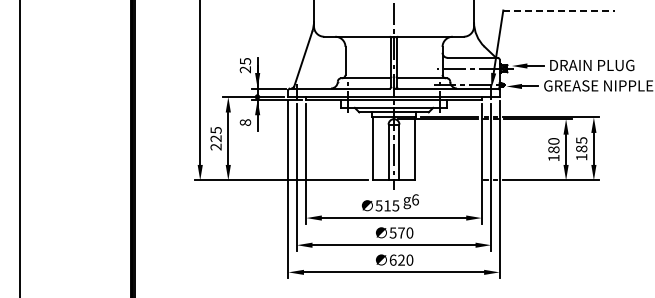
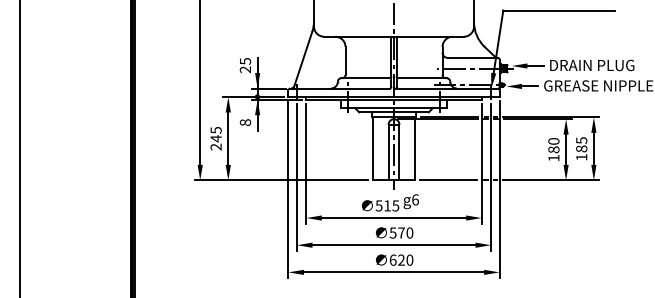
line at (558, 10): dashed -> solid
text at (215, 138): 225 -> 245
line at (448, 180): none -> present
